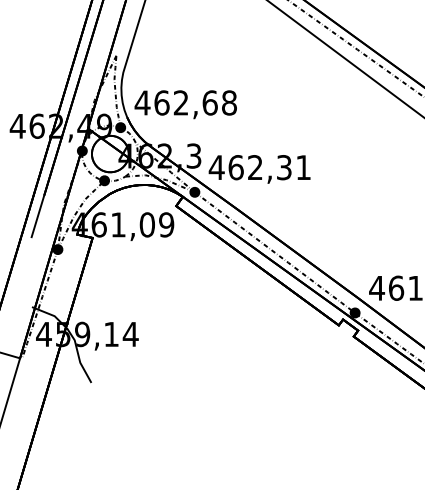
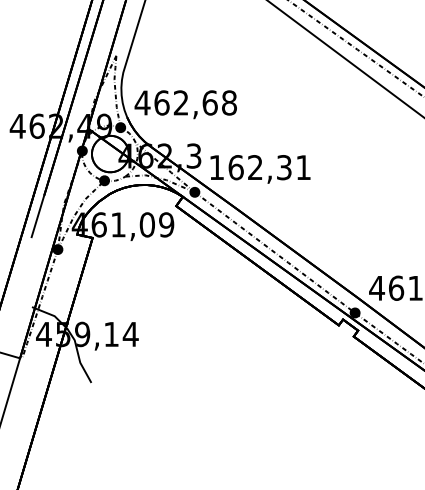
text at (216, 167): 462,31 -> 162,31
